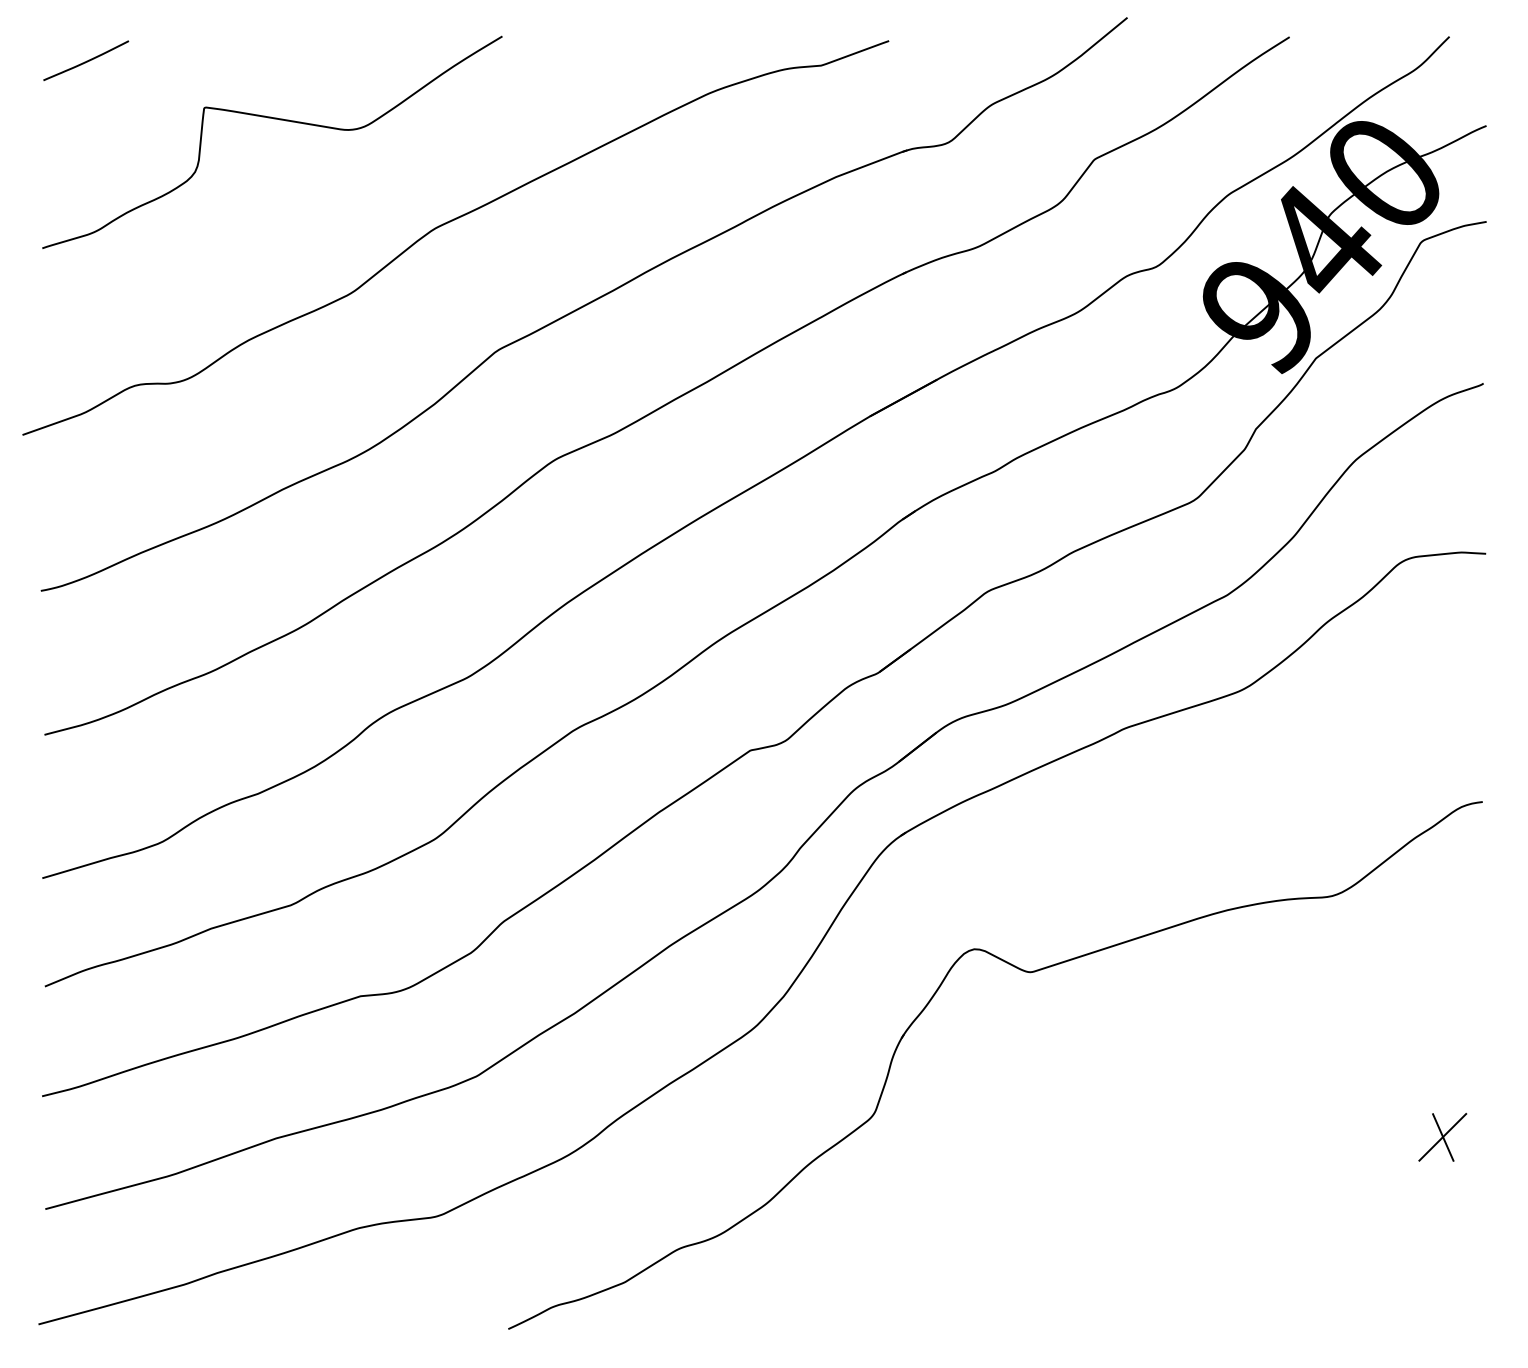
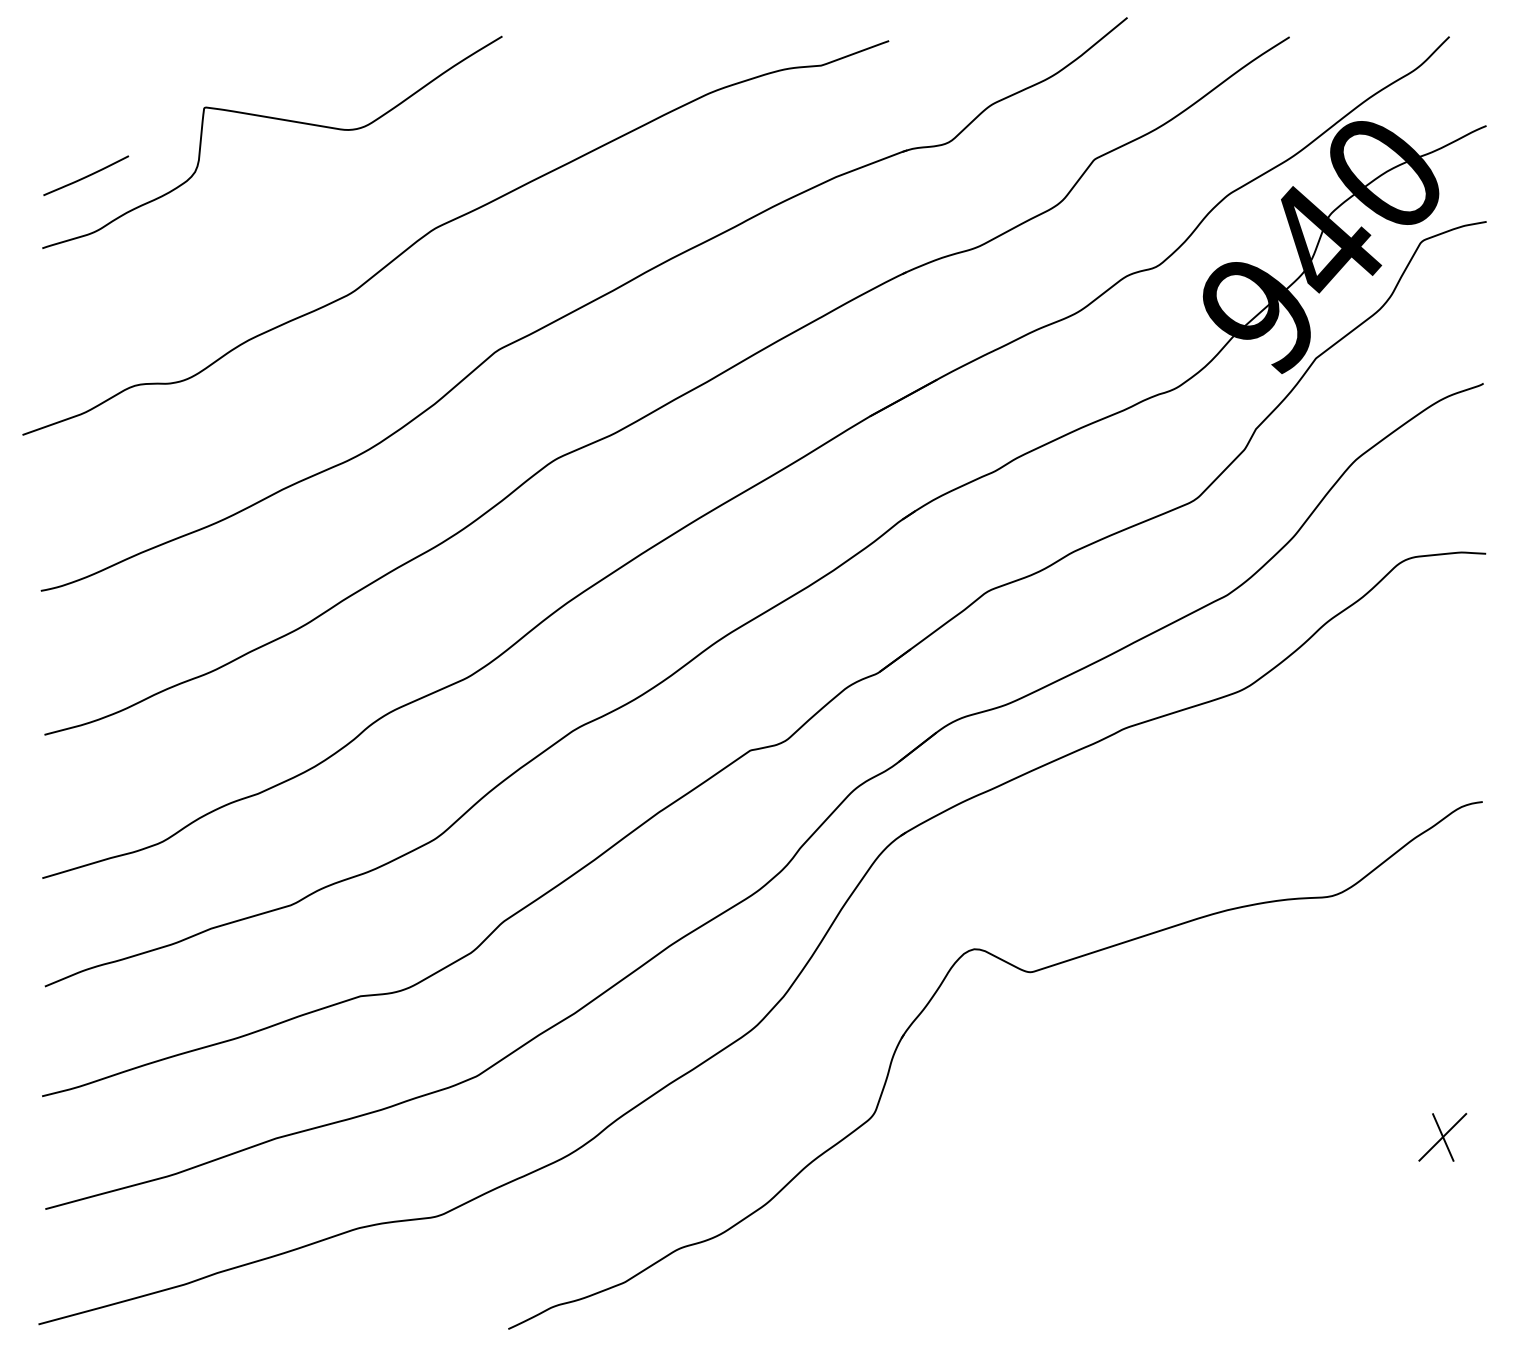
curve at (86, 60) position: (86, 60) -> (86, 175)
